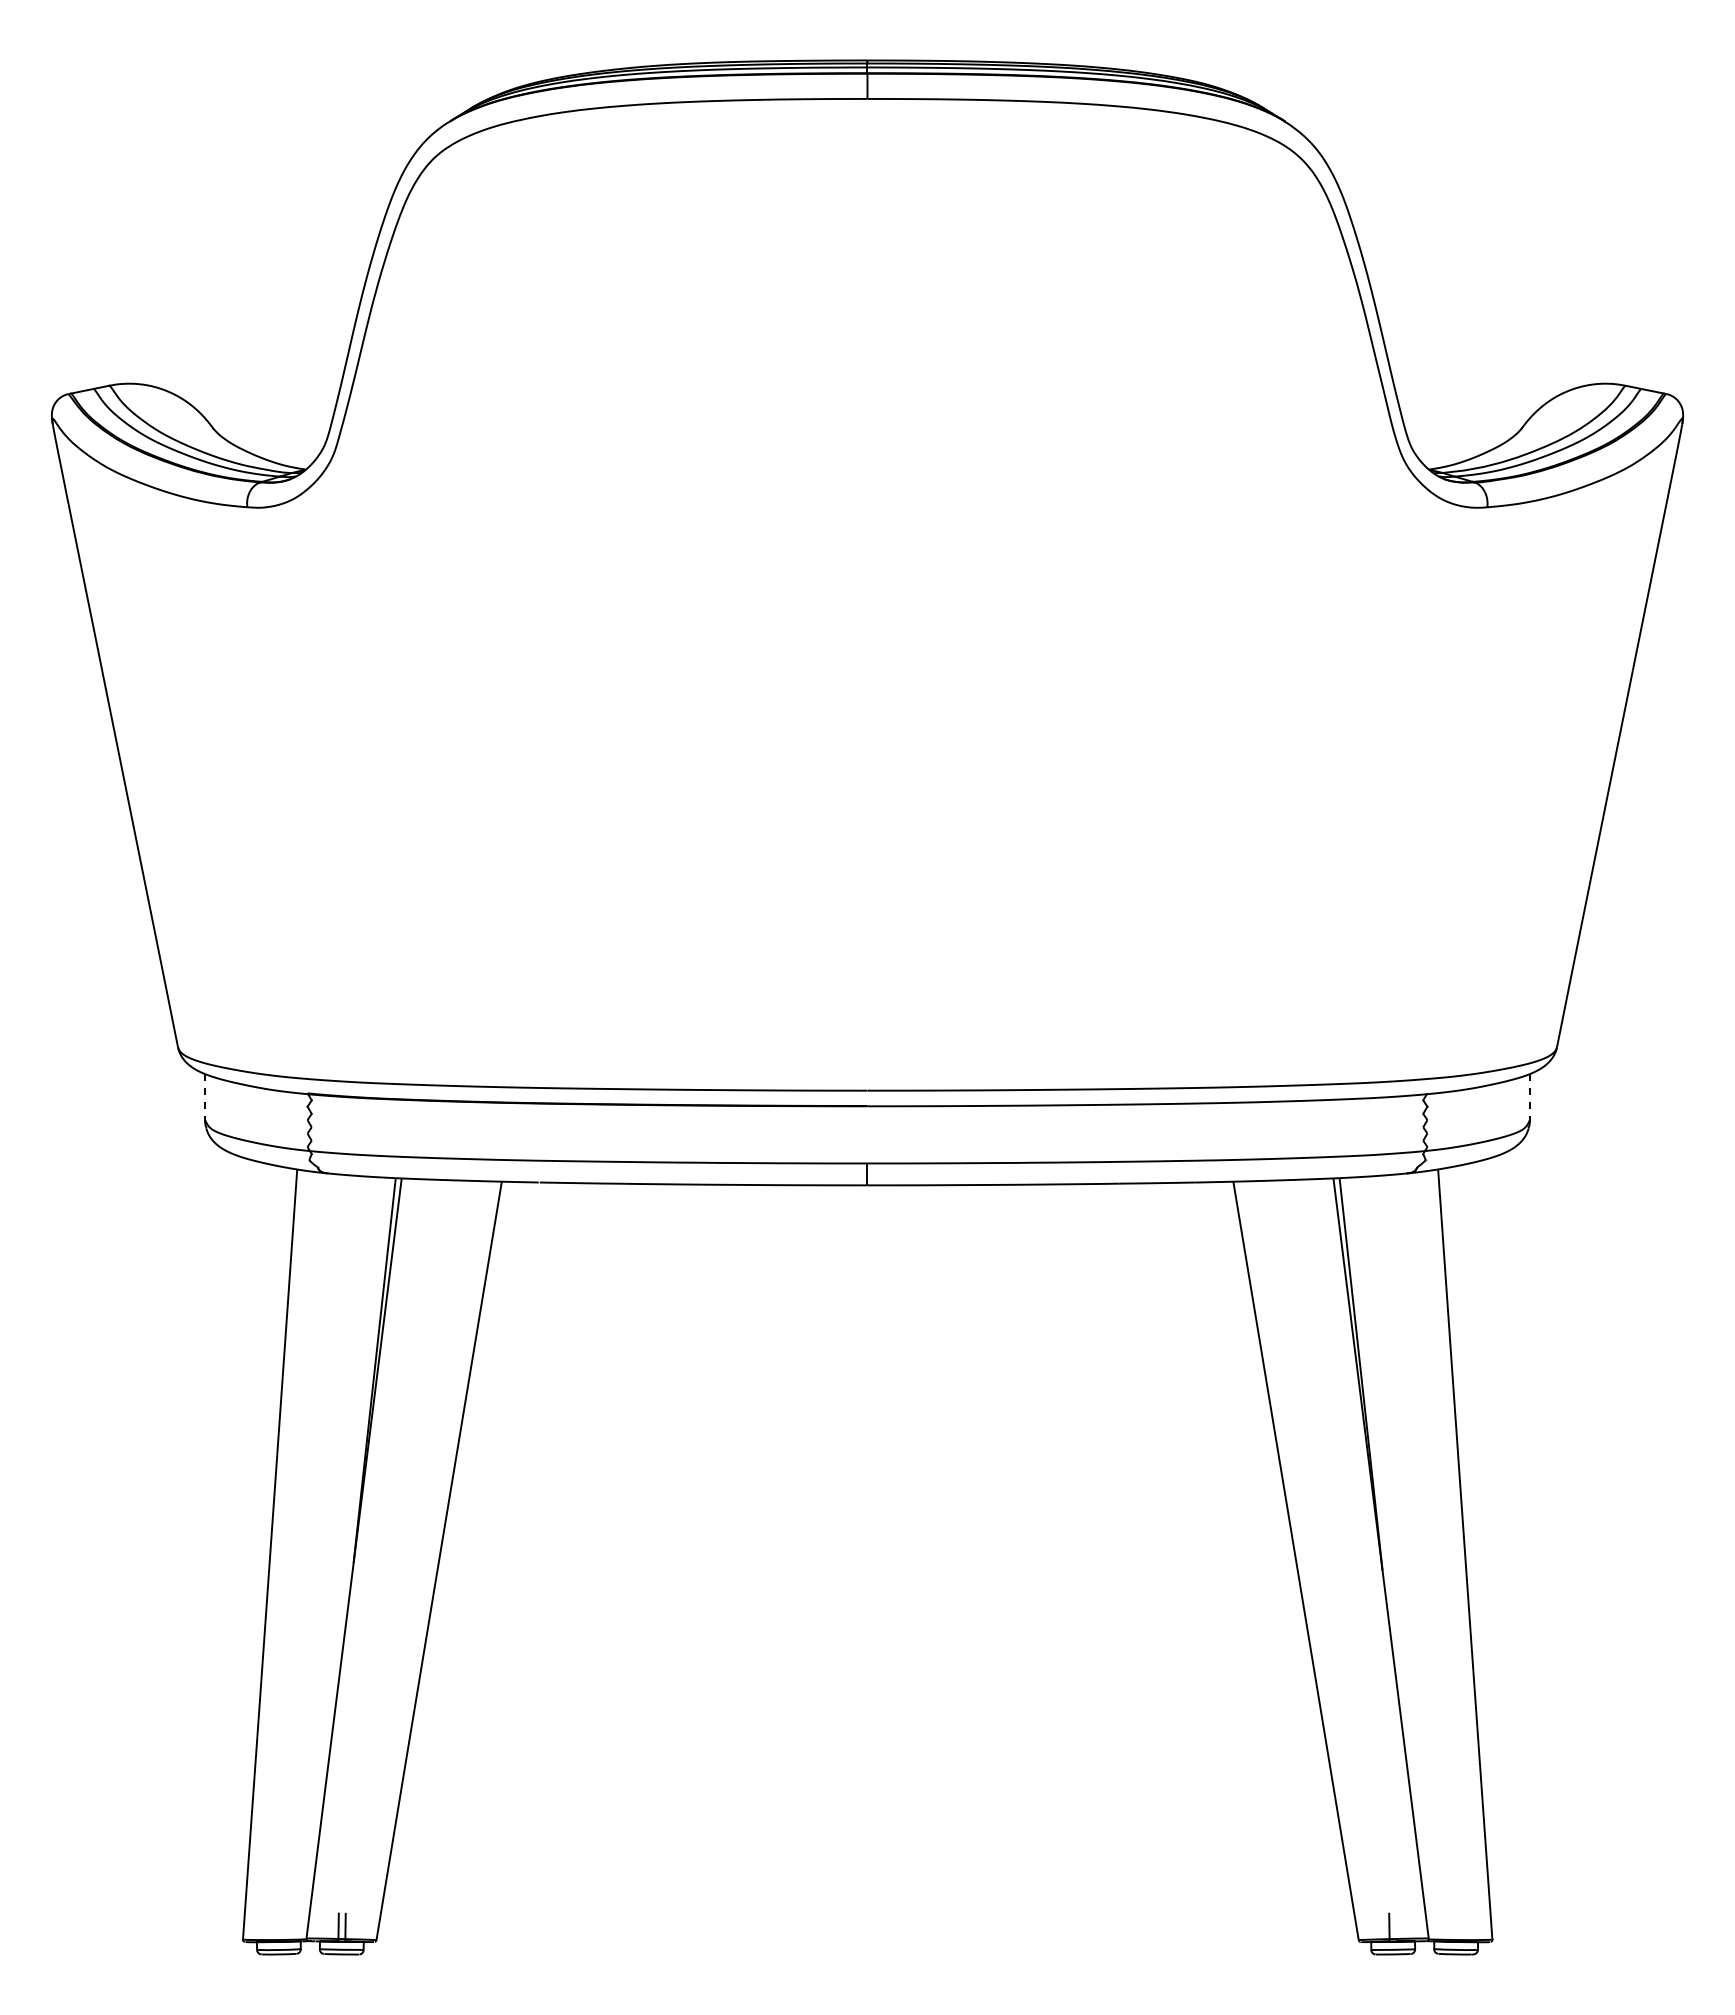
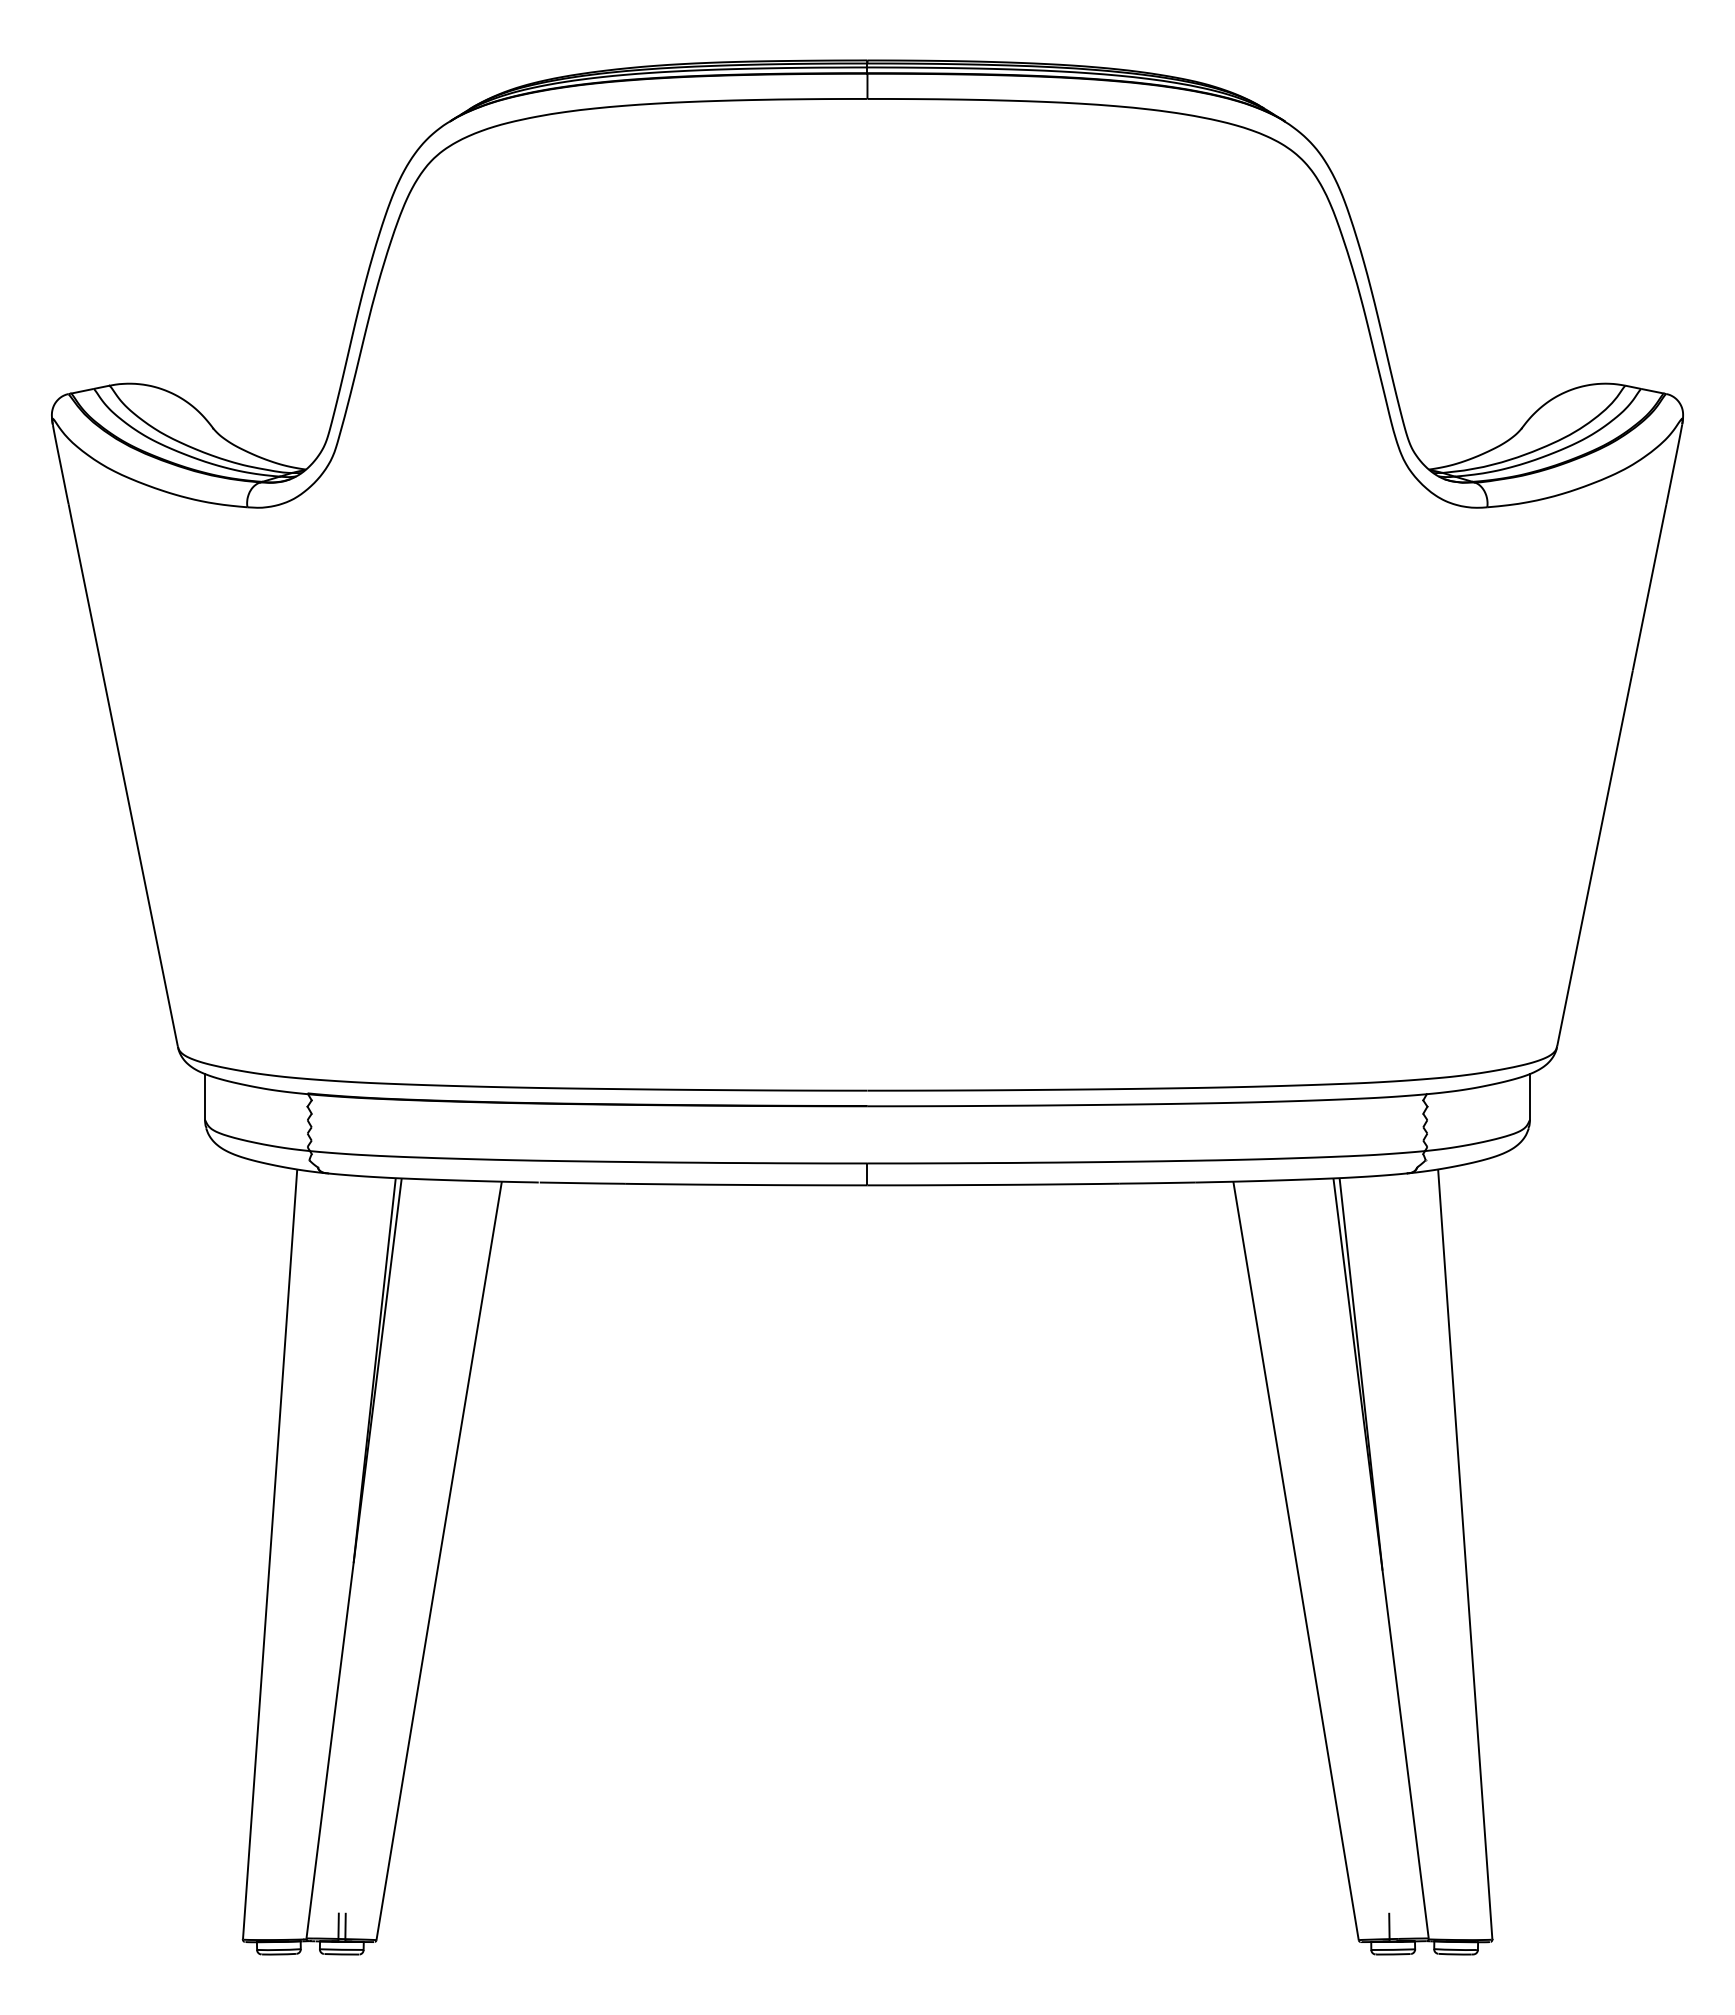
line at (205, 1097): dashed -> solid
line at (1529, 1097): dashed -> solid
